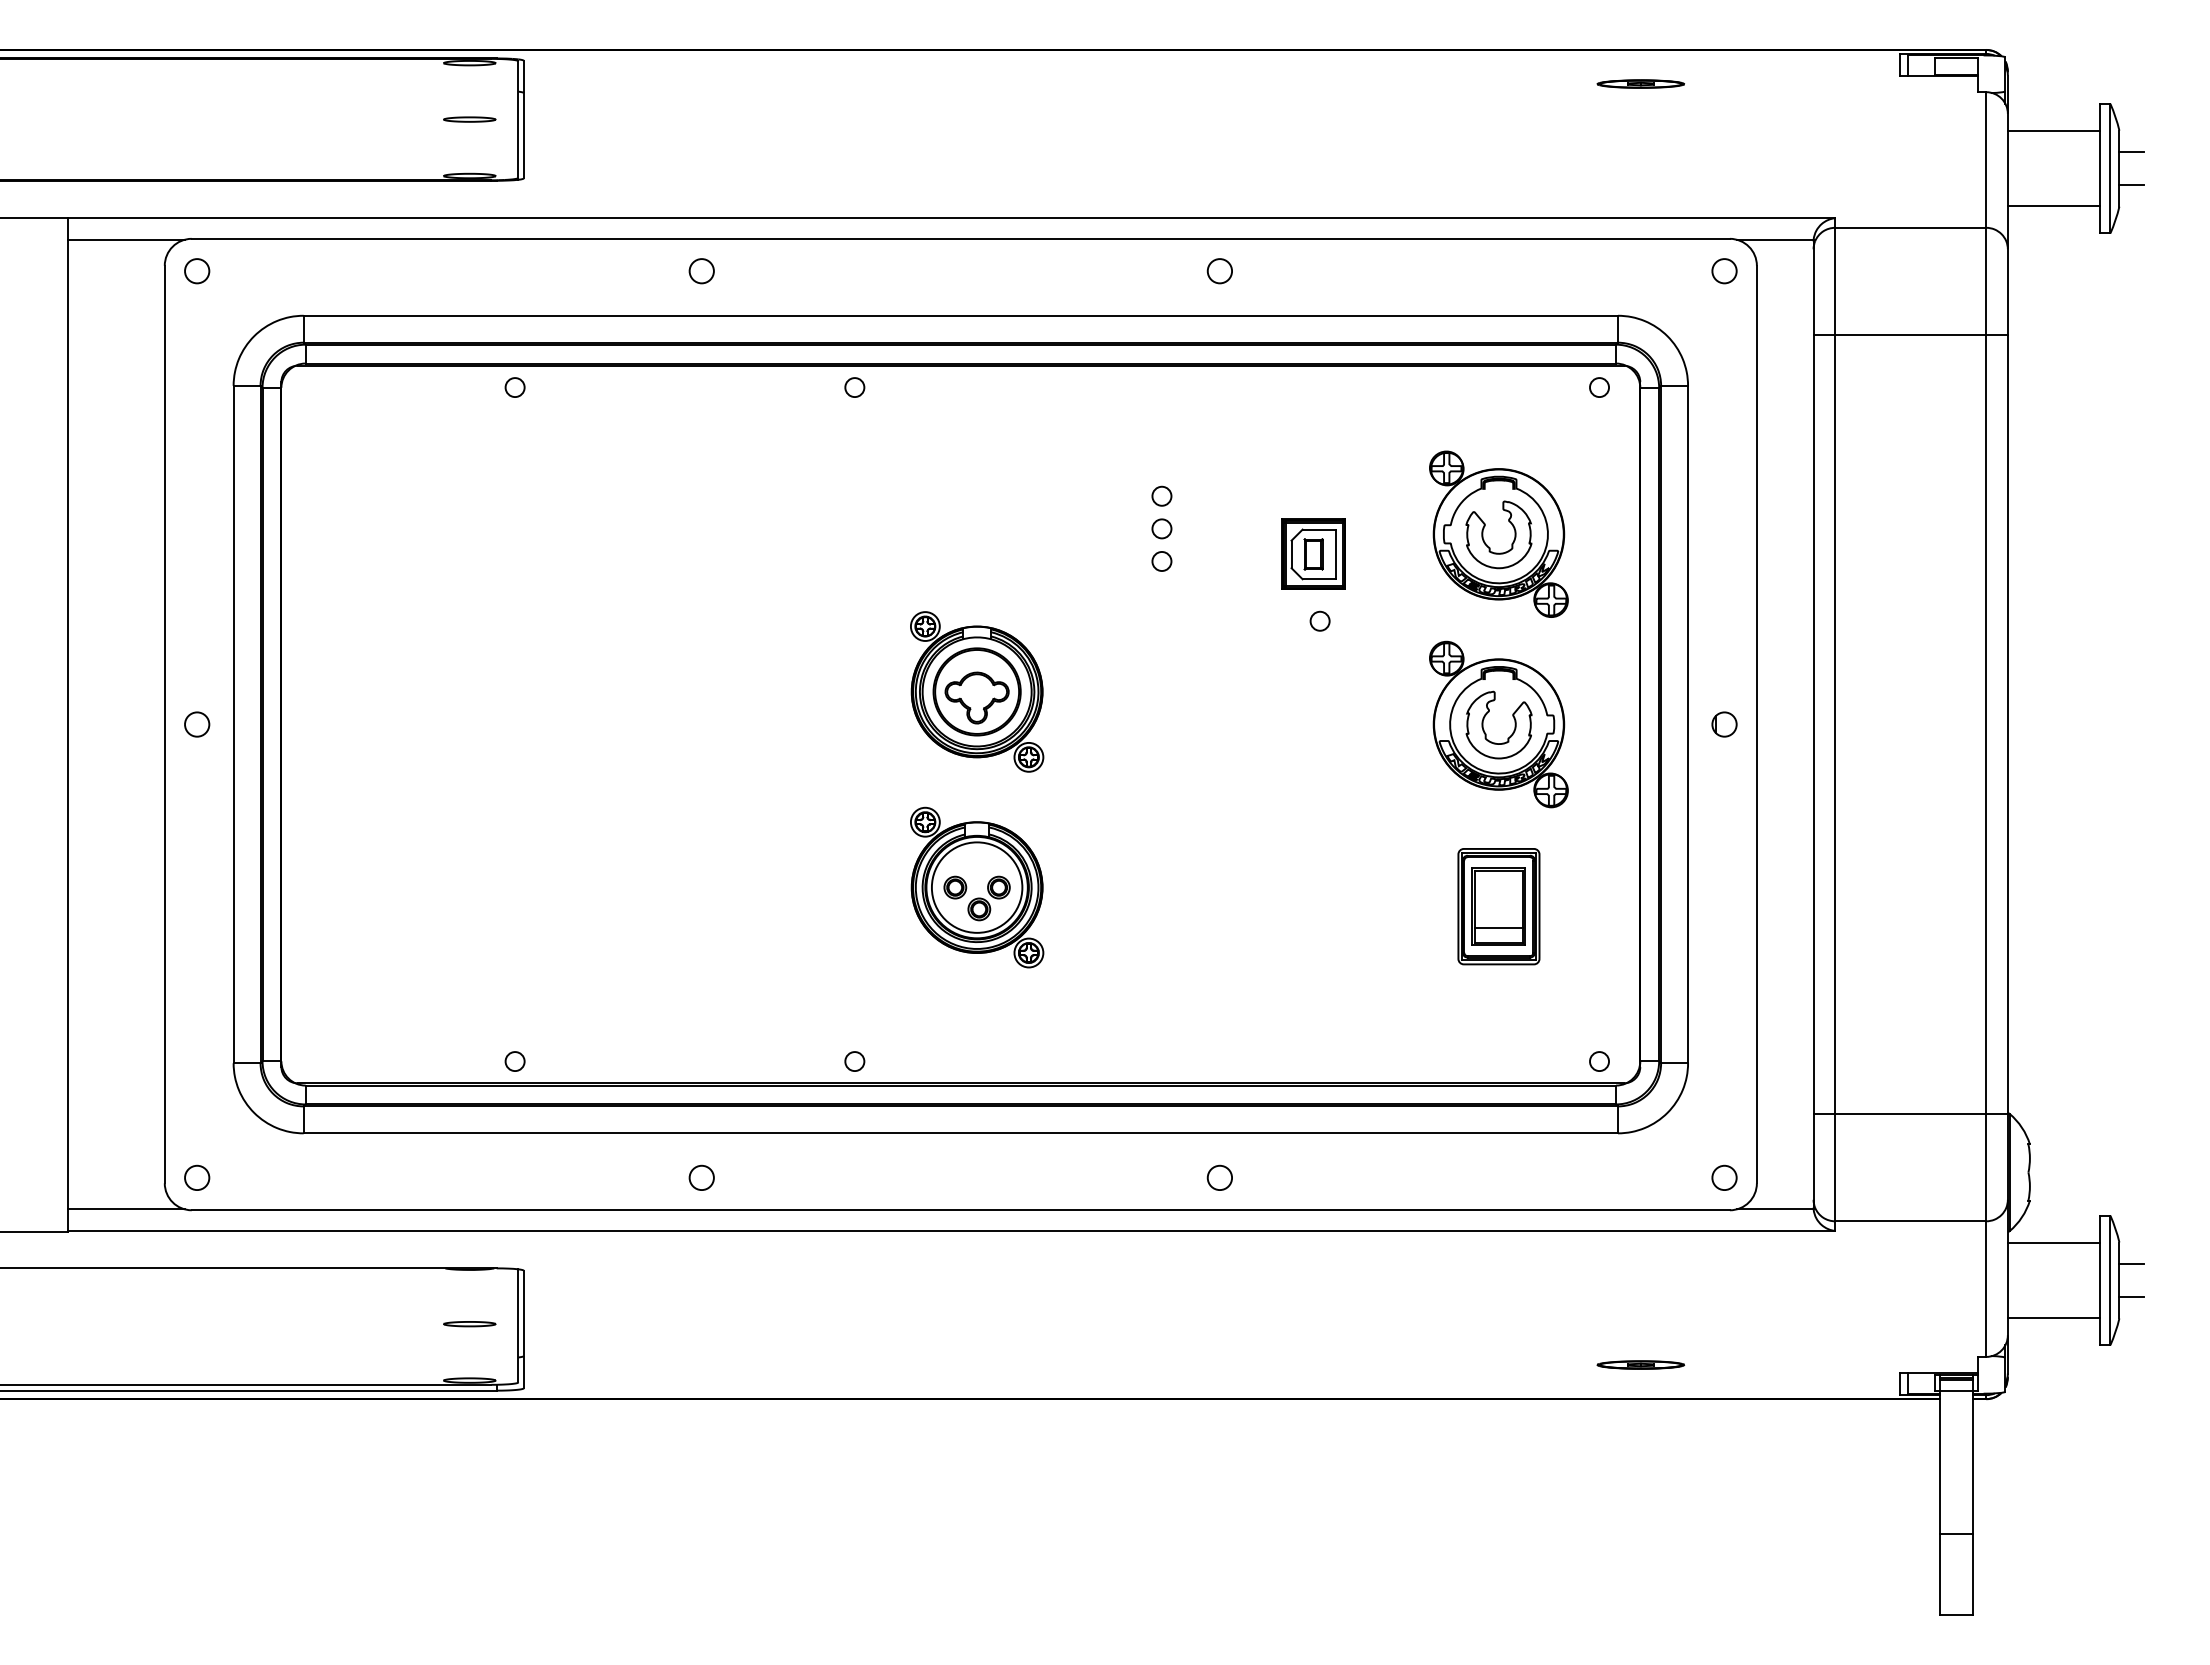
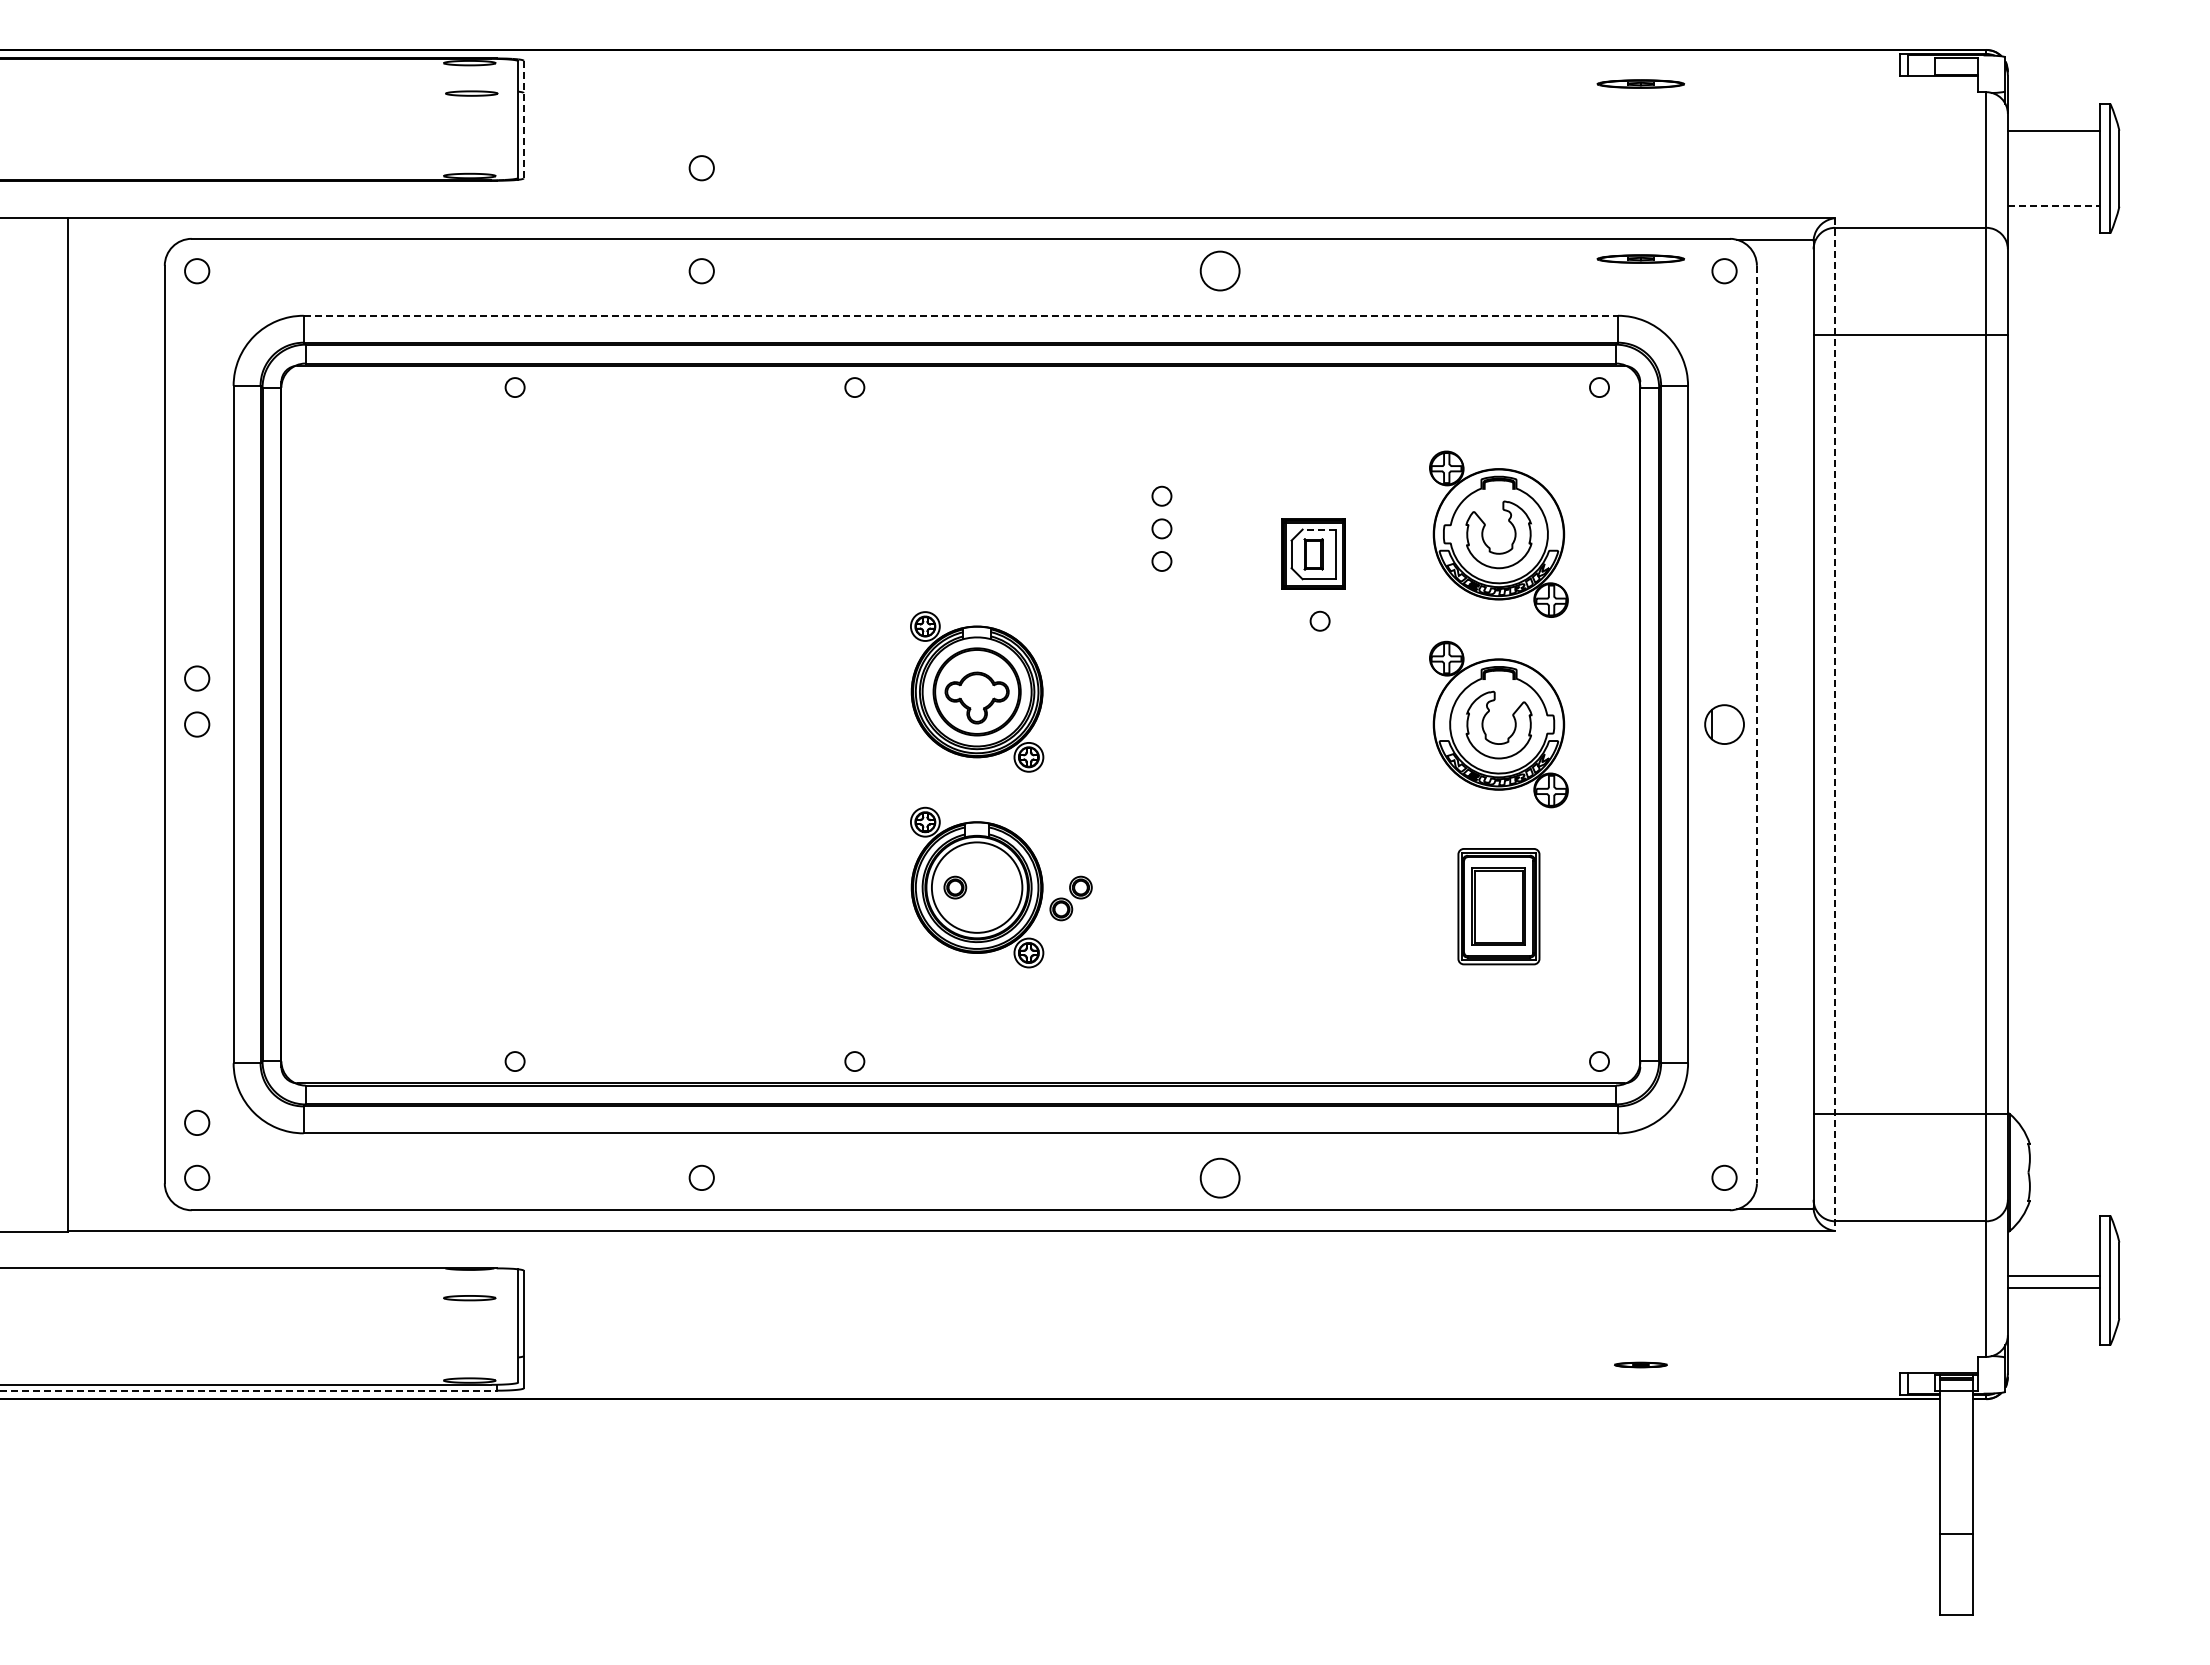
part at (469, 119) position: (469, 119) -> (471, 93)
line at (523, 119): solid -> dashed
line at (2131, 152): present -> none
part at (701, 168): none -> present
line at (2131, 184): present -> none
line at (2053, 206): solid -> dashed
line at (126, 239): present -> none
part at (1640, 258): none -> present
part at (1219, 271) size: 27x27 px -> 42x42 px
line at (961, 315): solid -> dashed
line at (1319, 529): solid -> dashed
part at (197, 678): none -> present
part at (1724, 724) size: 27x27 px -> 41x41 px
line at (1756, 724): solid -> dashed
line at (1835, 725): solid -> dashed
part at (988, 898) position: (988, 898) -> (1070, 898)
line at (1498, 928): present -> none
part at (197, 1122): none -> present
part at (1219, 1177) size: 27x27 px -> 42x42 px
line at (126, 1209): present -> none
line at (2053, 1242) position: (2053, 1242) -> (2053, 1275)
line at (2131, 1264): present -> none
line at (2131, 1296): present -> none
line at (2053, 1318) position: (2053, 1318) -> (2053, 1288)
part at (469, 1324) position: (469, 1324) -> (469, 1298)
part at (1640, 1364) size: 90x10 px -> 54x8 px
line at (248, 1390): solid -> dashed
